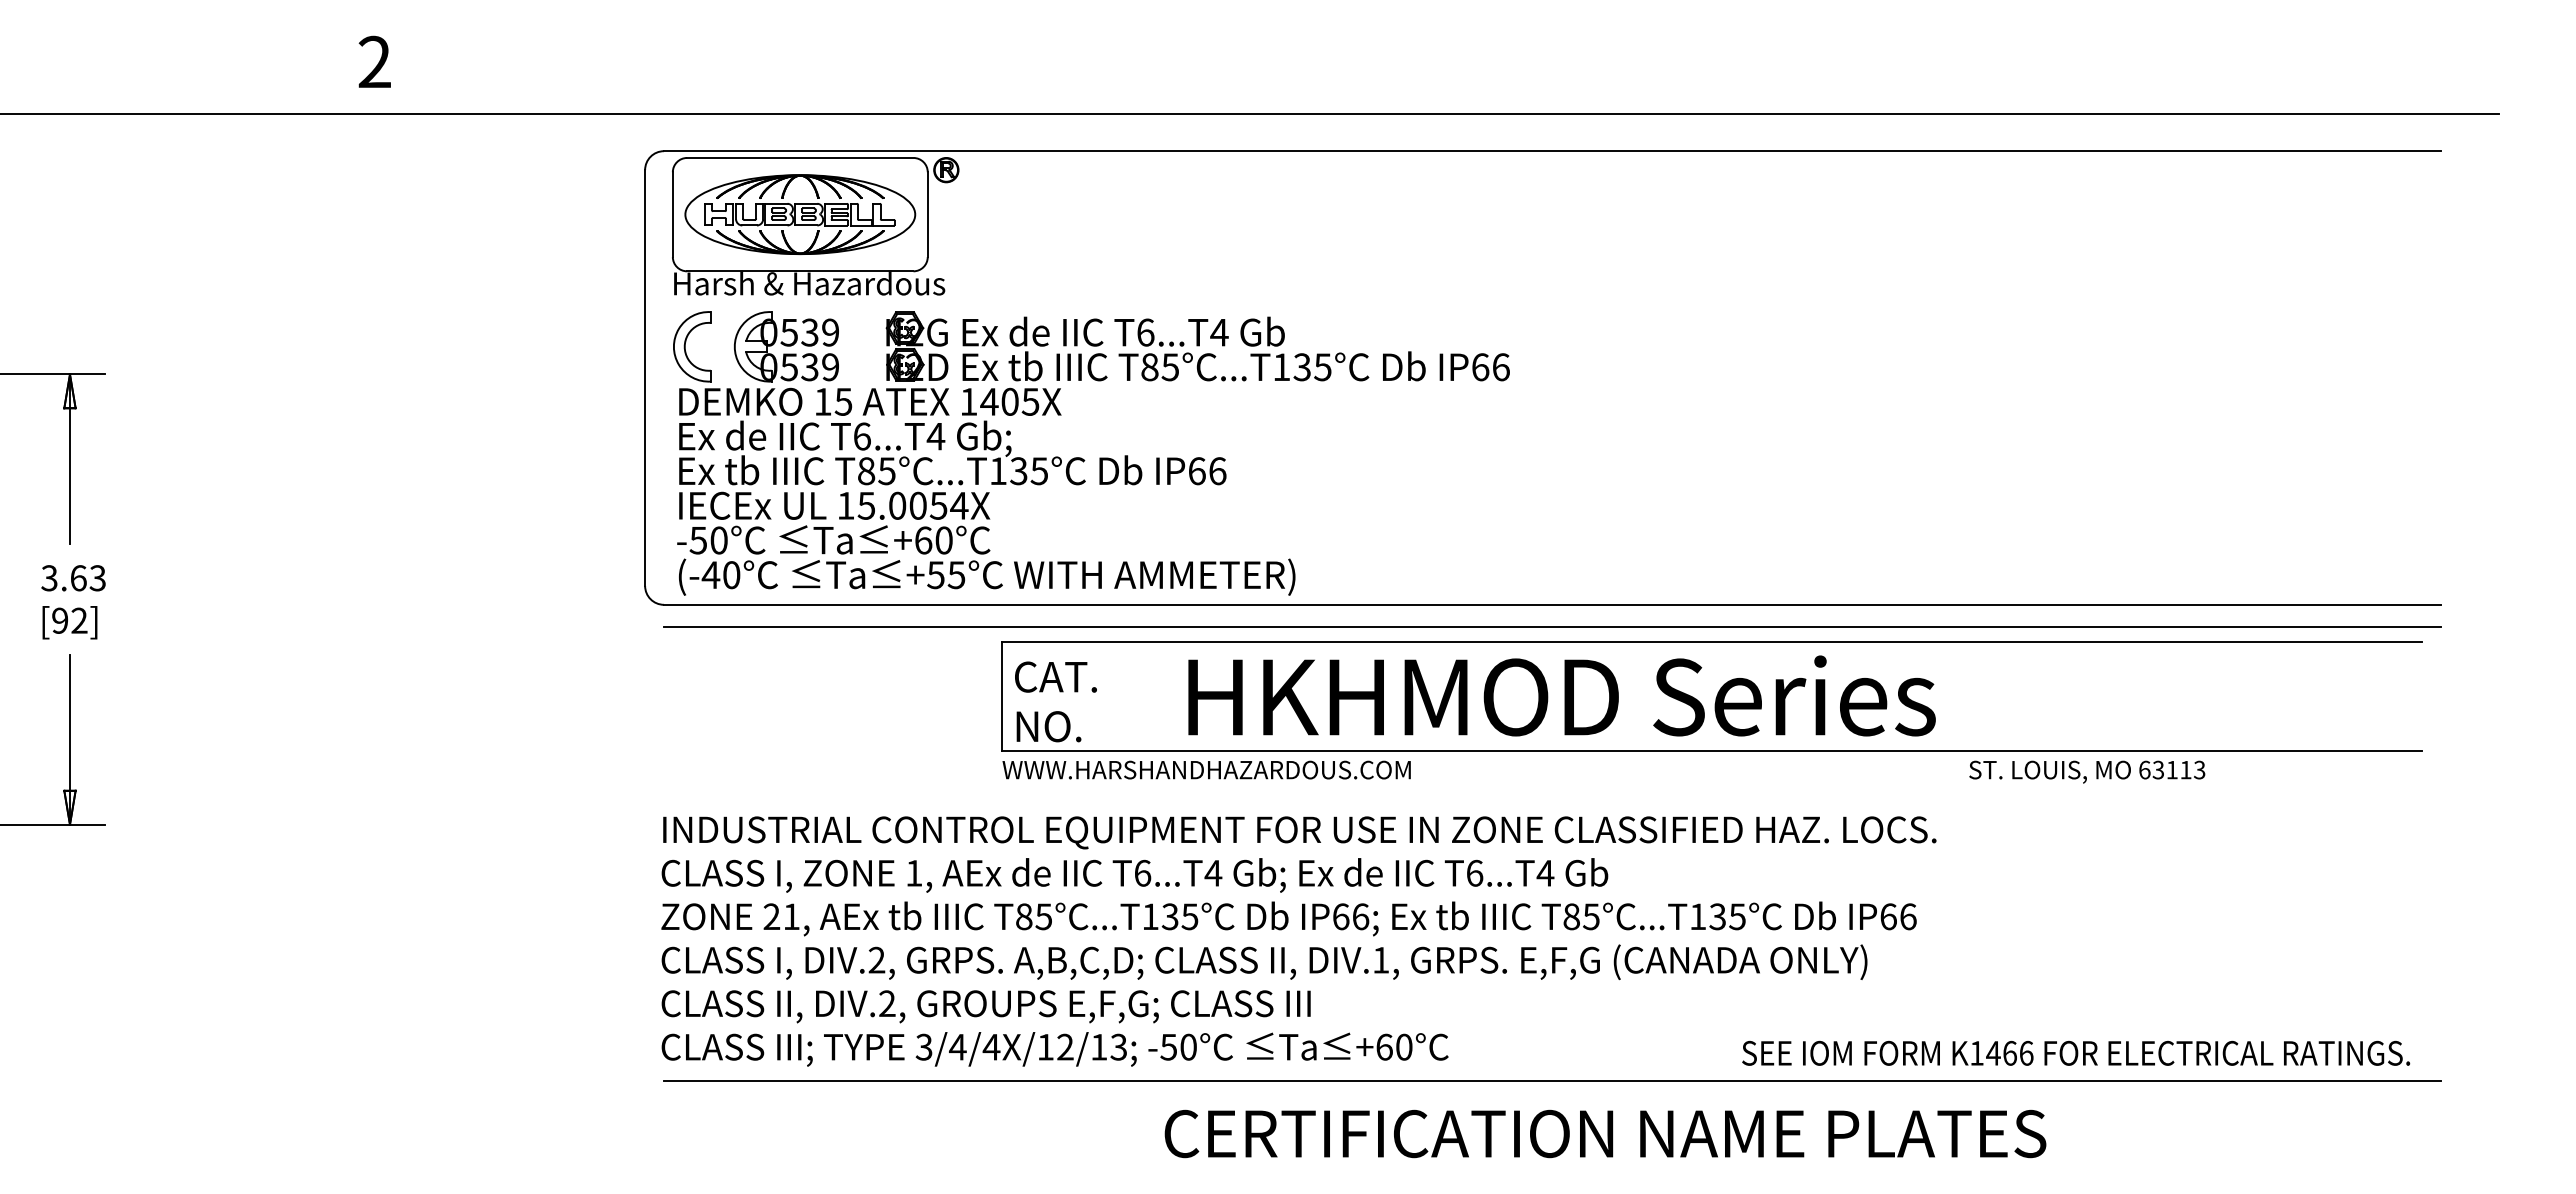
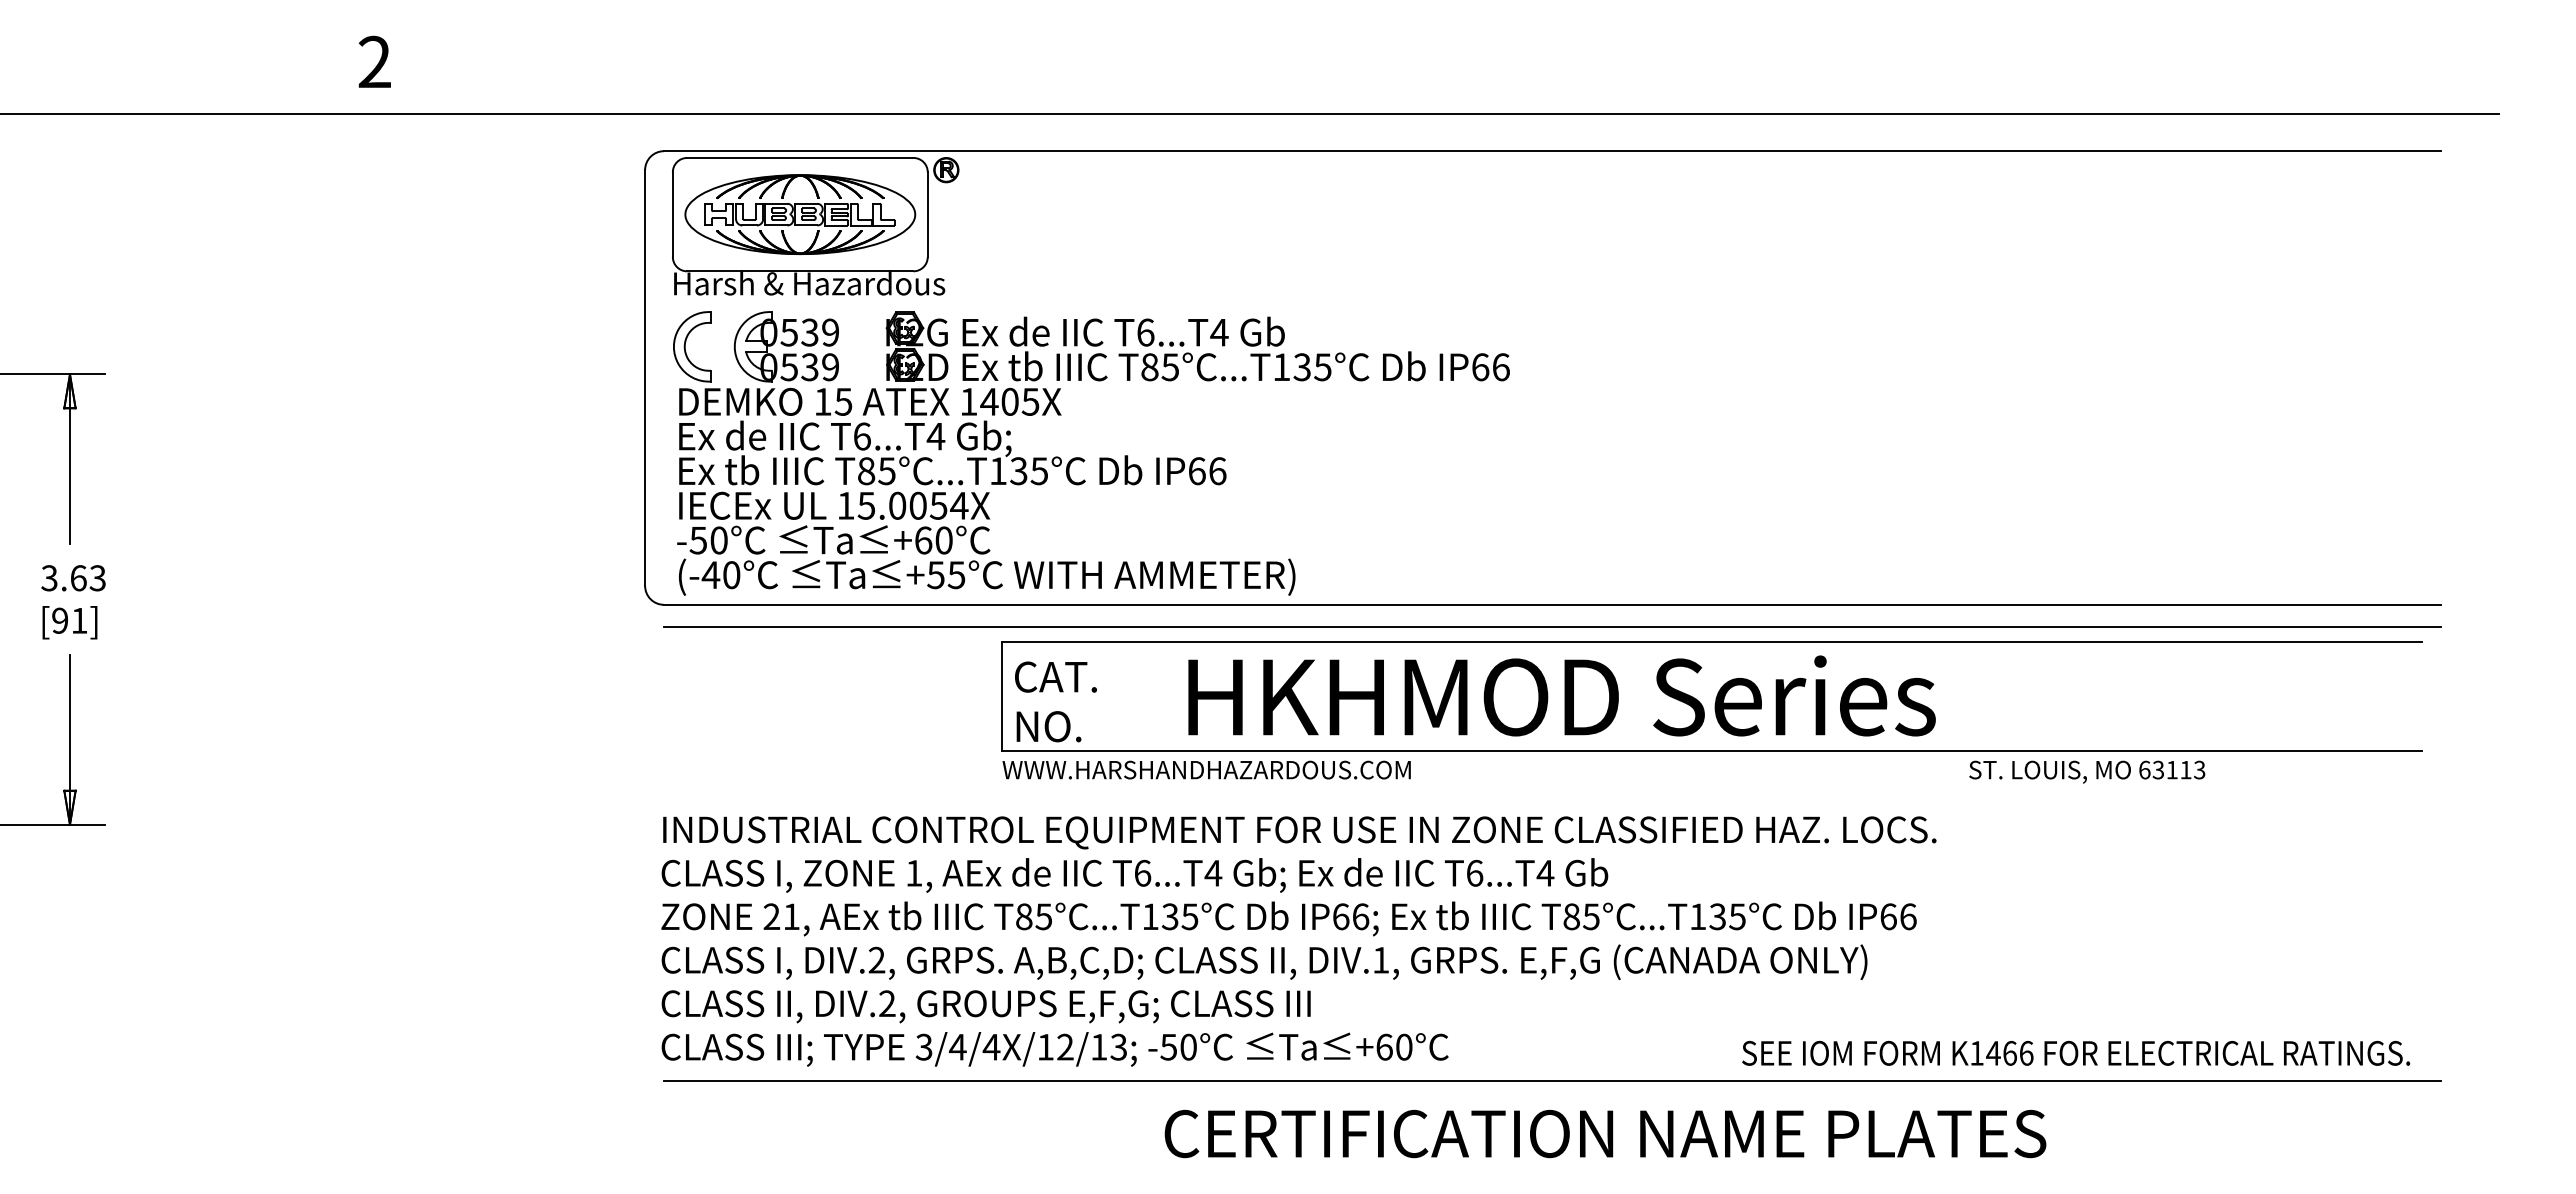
text at (79, 620): [92] -> [91]
